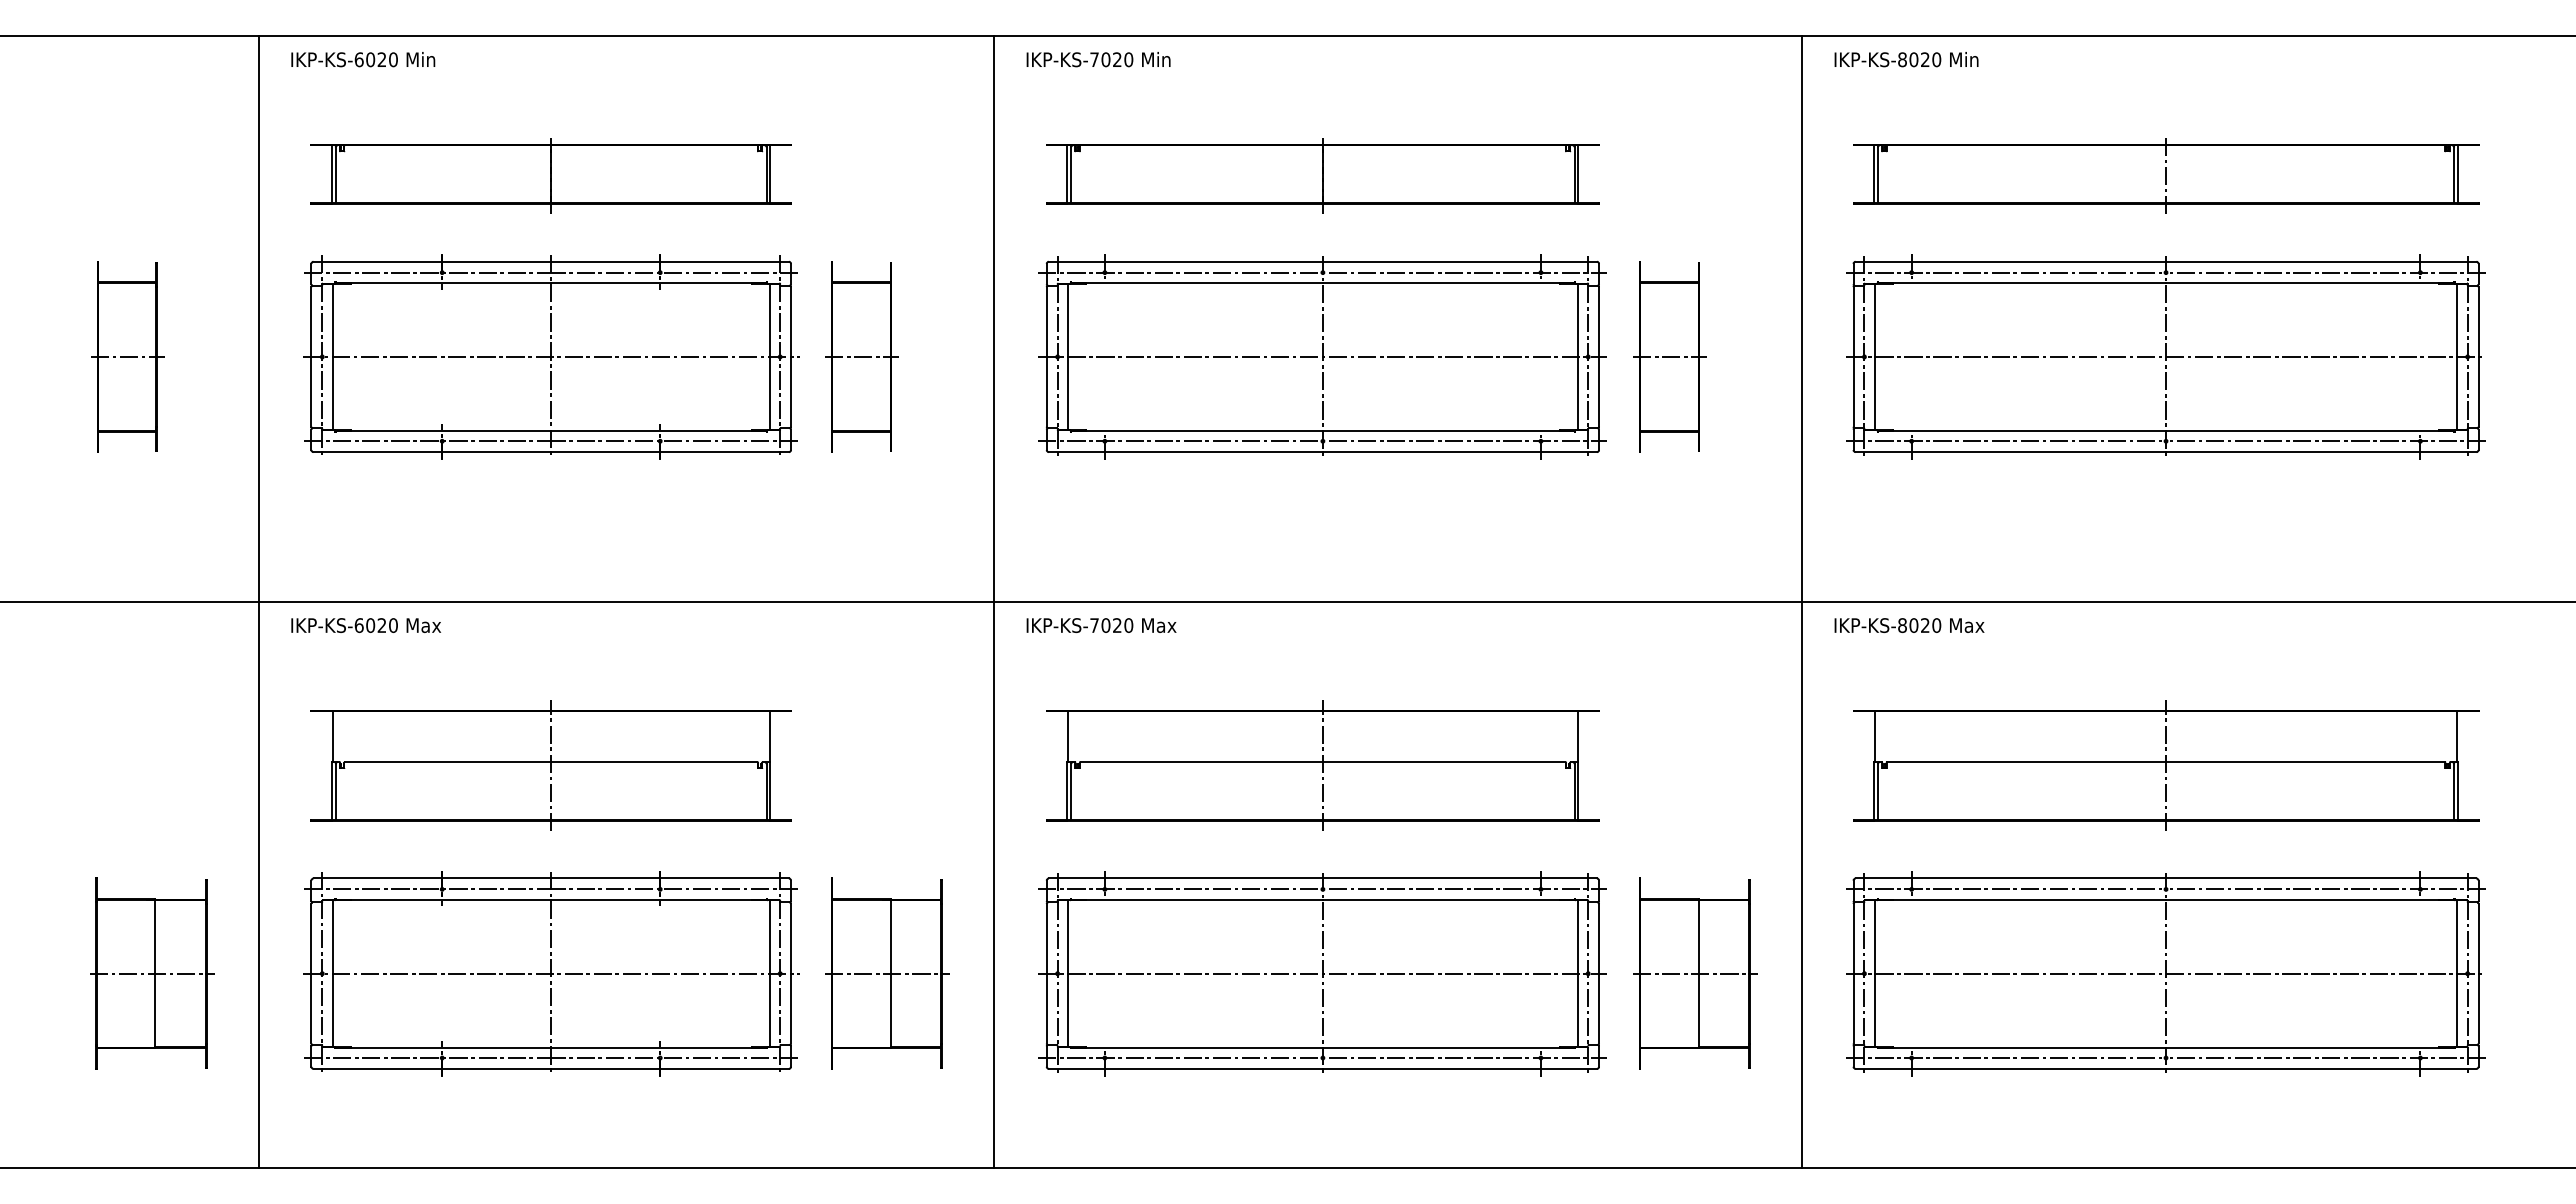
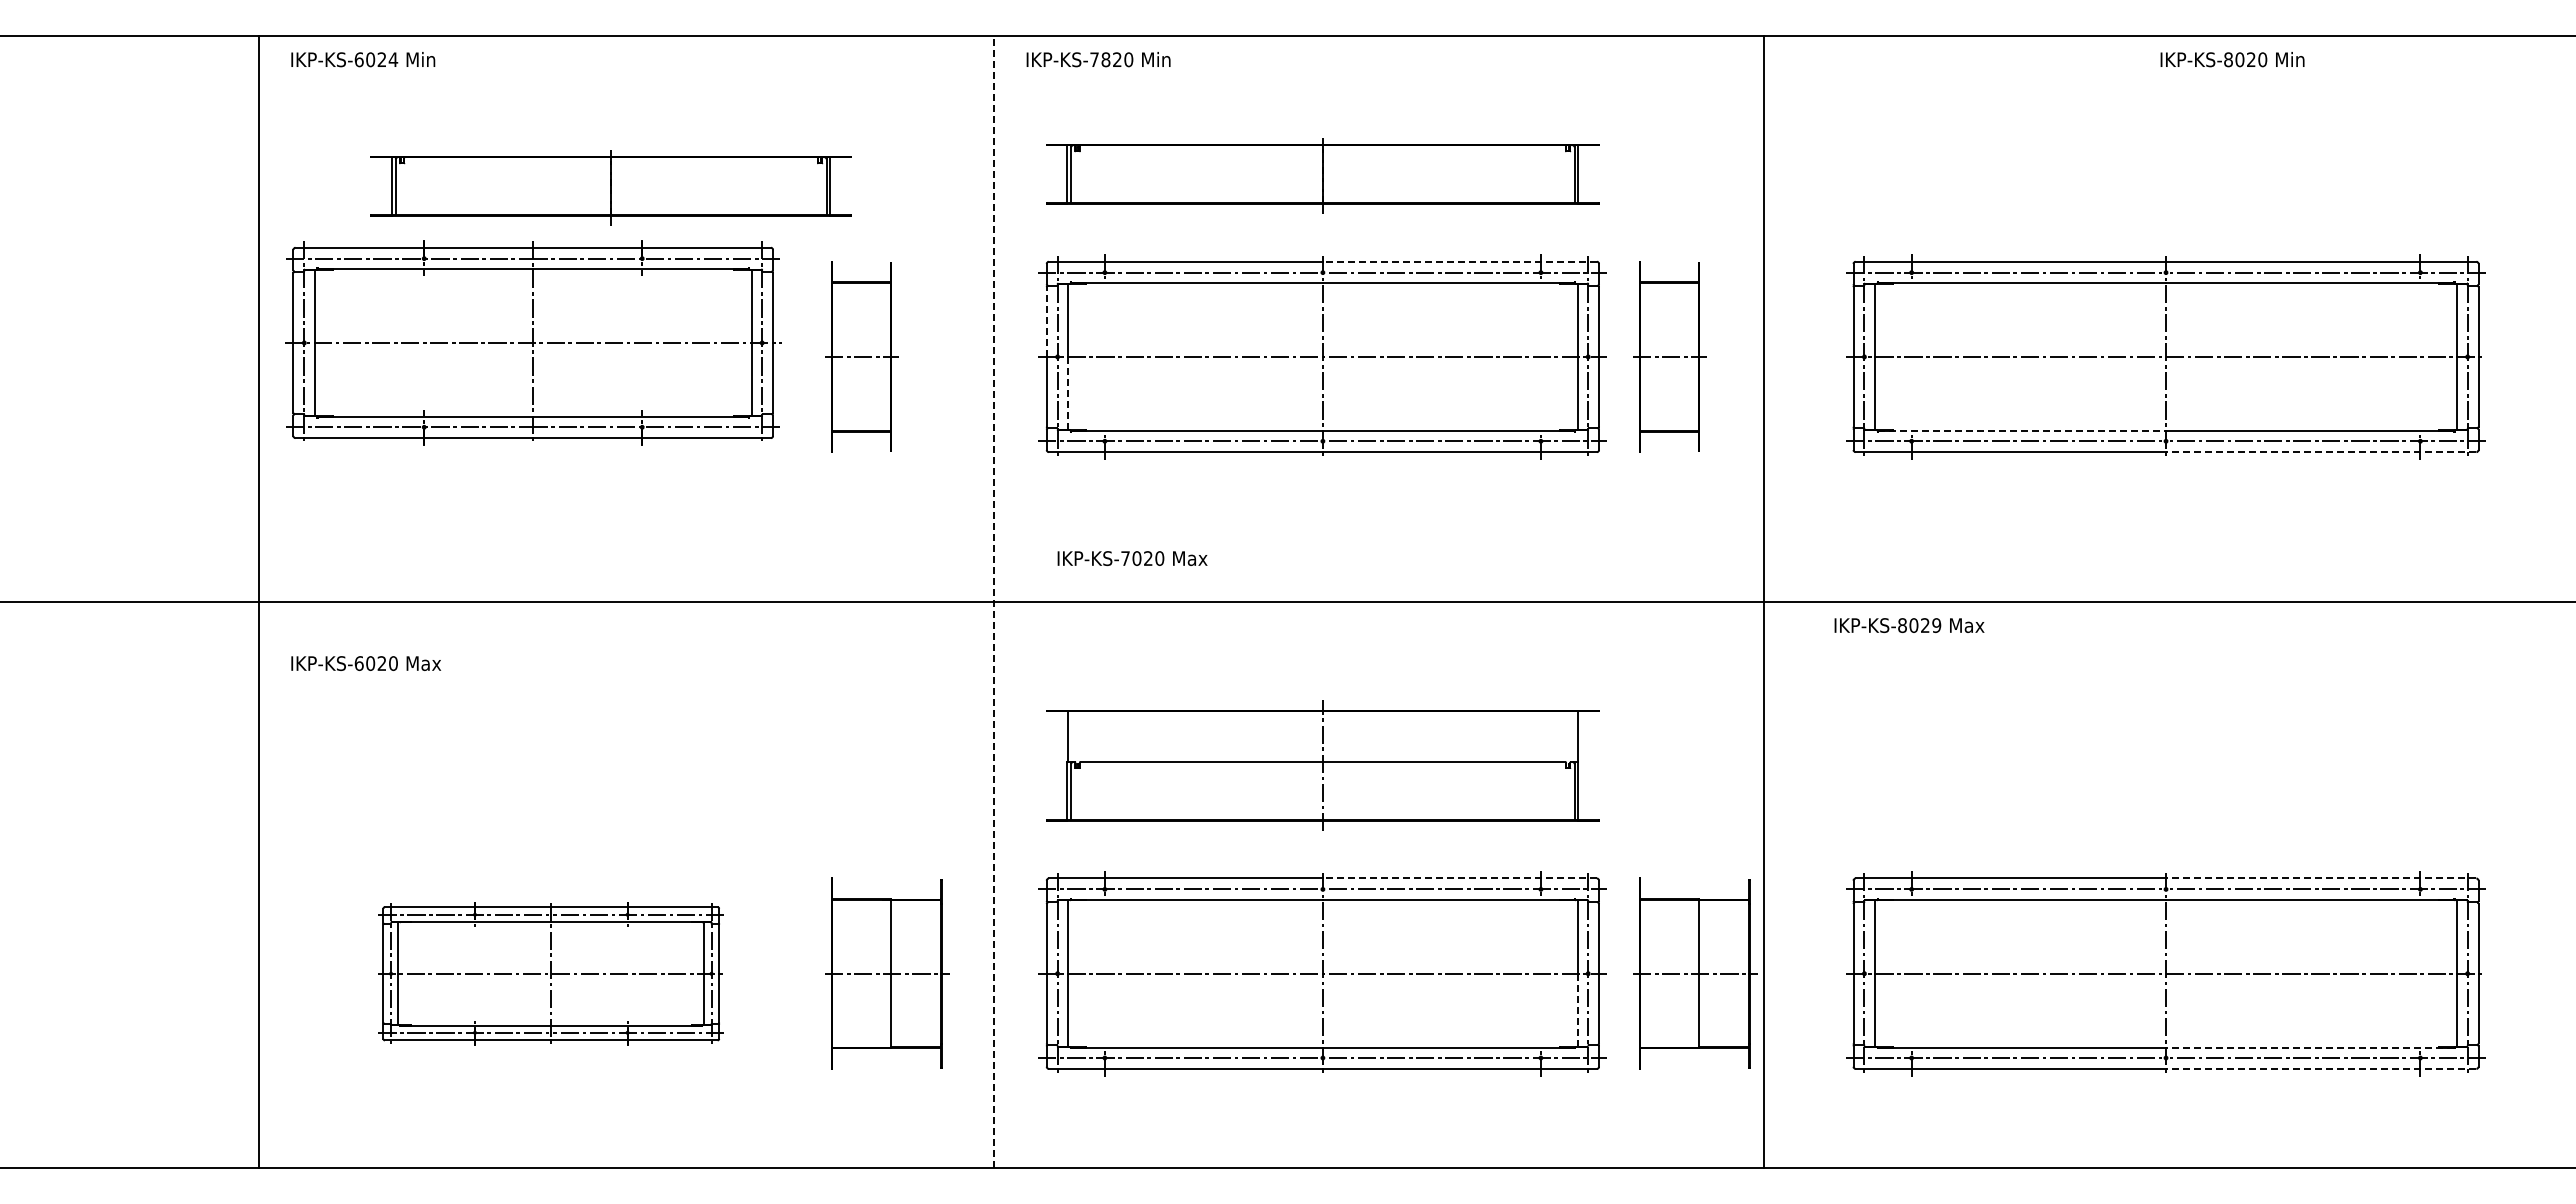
text at (393, 59): IKP-KS-6020 -> IKP-KS-6024
text at (1105, 59): IKP-KS-7020 -> IKP-KS-7820
text at (1906, 59) position: (1906, 59) -> (2232, 59)
part at (550, 175) position: (550, 175) -> (610, 187)
part at (2166, 175): present -> none
line at (1459, 261): solid -> dashed
line at (1046, 322): solid -> dashed
part at (127, 356): present -> none
part at (551, 356) position: (551, 356) -> (533, 342)
line at (1067, 393): solid -> dashed
line at (2022, 430): solid -> dashed
line at (2320, 452): solid -> dashed
line at (994, 601): solid -> dashed
line at (1802, 601) position: (1802, 601) -> (1764, 601)
text at (365, 625) position: (365, 625) -> (365, 663)
text at (1101, 625) position: (1101, 625) -> (1132, 558)
text at (1936, 625): IKP-KS-8020 -> IKP-KS-8029
part at (550, 765): present -> none
part at (2166, 765): present -> none
line at (1459, 878): solid -> dashed
line at (2320, 878): solid -> dashed
part at (152, 973): present -> none
part at (551, 973) size: 497x206 px -> 346x144 px
line at (1577, 1010): solid -> dashed
line at (2309, 1047): solid -> dashed
line at (2320, 1068): solid -> dashed
